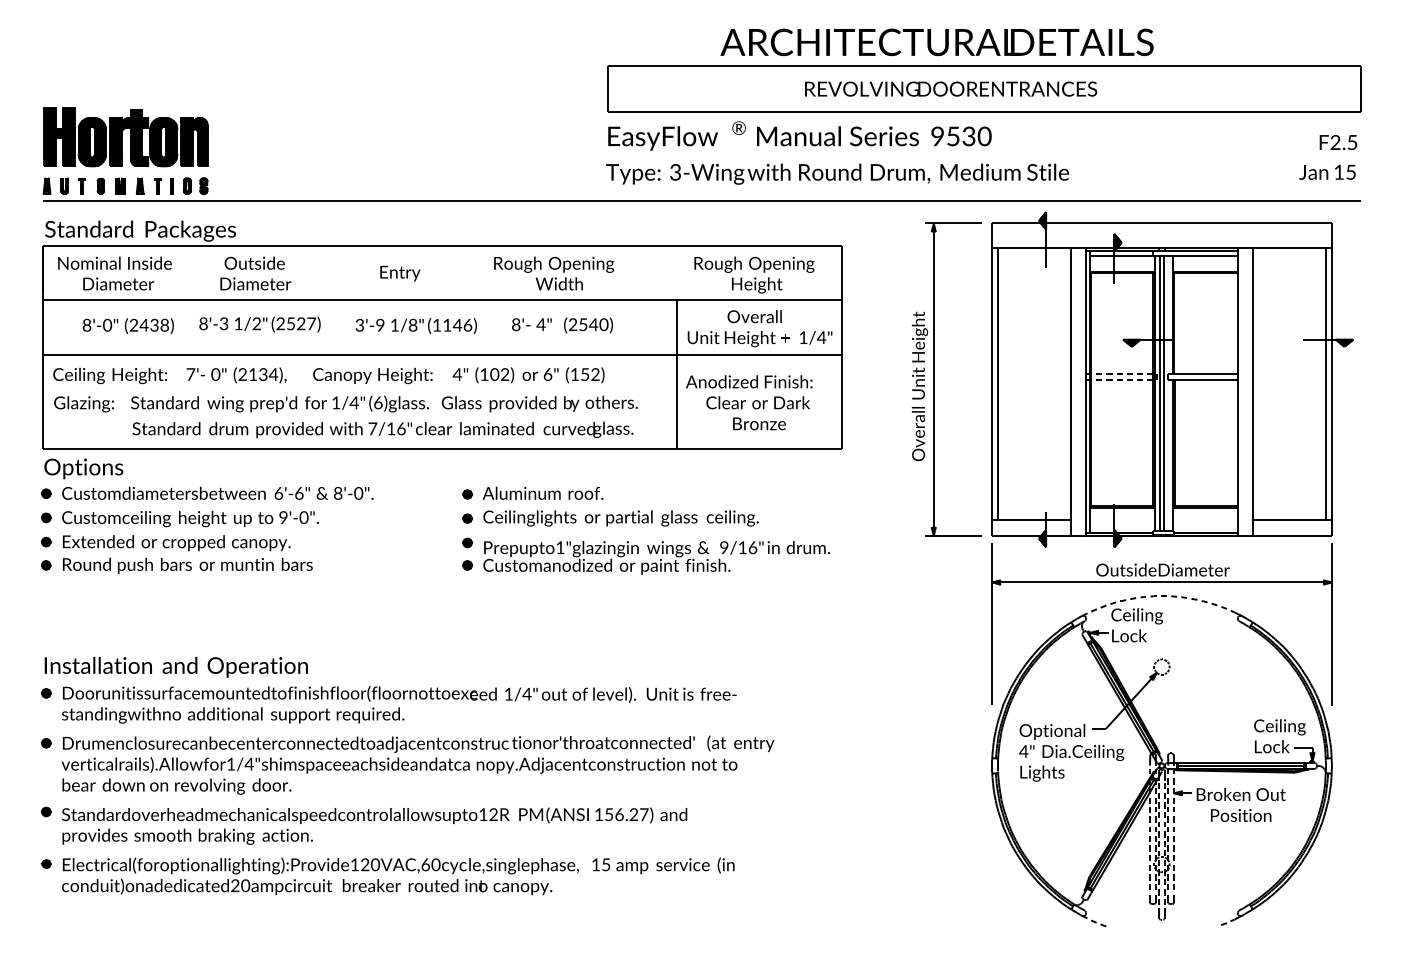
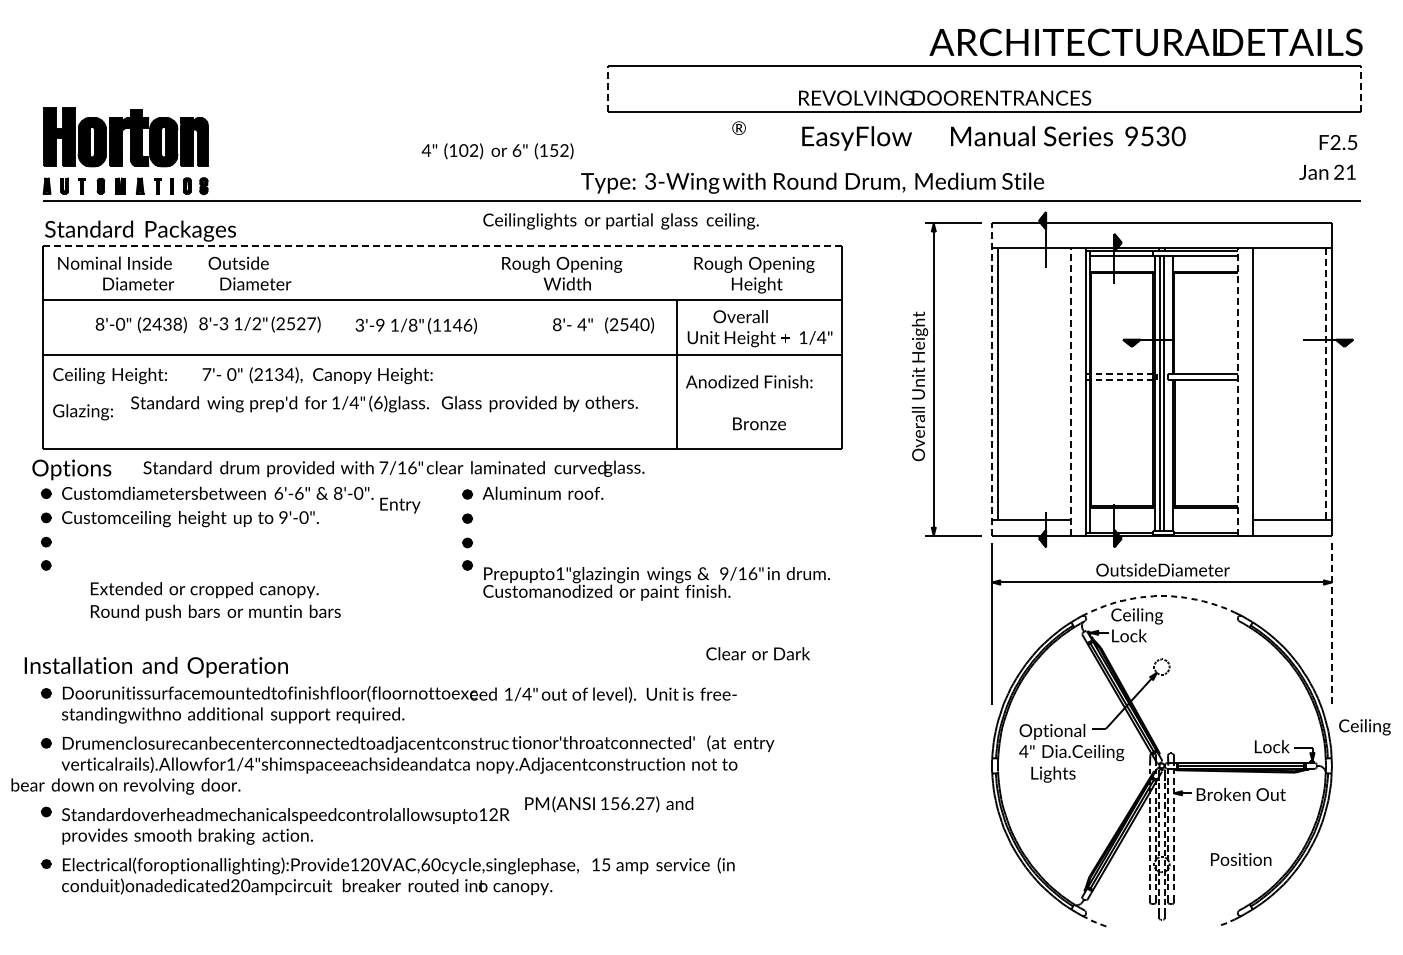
text at (936, 42) position: (936, 42) -> (1145, 42)
text at (951, 88) position: (951, 88) -> (945, 97)
line at (607, 89): solid -> dashed
line at (1360, 89): solid -> dashed
text at (799, 138) position: (799, 138) -> (993, 138)
text at (1344, 171): 15 -> 21
text at (837, 173) position: (837, 173) -> (812, 182)
line at (442, 245): solid -> dashed
text at (254, 262) position: (254, 262) -> (238, 262)
text at (400, 273) position: (400, 273) -> (400, 505)
text at (554, 273) position: (554, 273) -> (562, 273)
text at (118, 283) position: (118, 283) -> (138, 283)
text at (754, 316) position: (754, 316) -> (740, 316)
text at (127, 325) position: (127, 325) -> (140, 324)
text at (562, 325) position: (562, 325) -> (603, 325)
text at (236, 375) position: (236, 375) -> (252, 375)
text at (528, 375) position: (528, 375) -> (497, 151)
line at (992, 379): solid -> dashed
line at (1326, 384): solid -> dashed
line at (1071, 392): solid -> dashed
line at (1238, 392): solid -> dashed
text at (757, 402) position: (757, 402) -> (757, 653)
text at (83, 404) position: (83, 404) -> (82, 412)
text at (382, 429) position: (382, 429) -> (393, 468)
text at (83, 468) position: (83, 468) -> (71, 469)
text at (620, 518) position: (620, 518) -> (620, 221)
text at (187, 554) position: (187, 554) -> (215, 601)
text at (656, 557) position: (656, 557) -> (656, 583)
line at (1332, 625): solid -> dashed
text at (175, 666) position: (175, 666) -> (155, 666)
text at (1279, 727) position: (1279, 727) -> (1364, 727)
text at (1042, 773) position: (1042, 773) -> (1053, 774)
text at (176, 786) position: (176, 786) -> (125, 786)
text at (603, 815) position: (603, 815) -> (609, 804)
text at (1241, 815) position: (1241, 815) -> (1241, 859)
